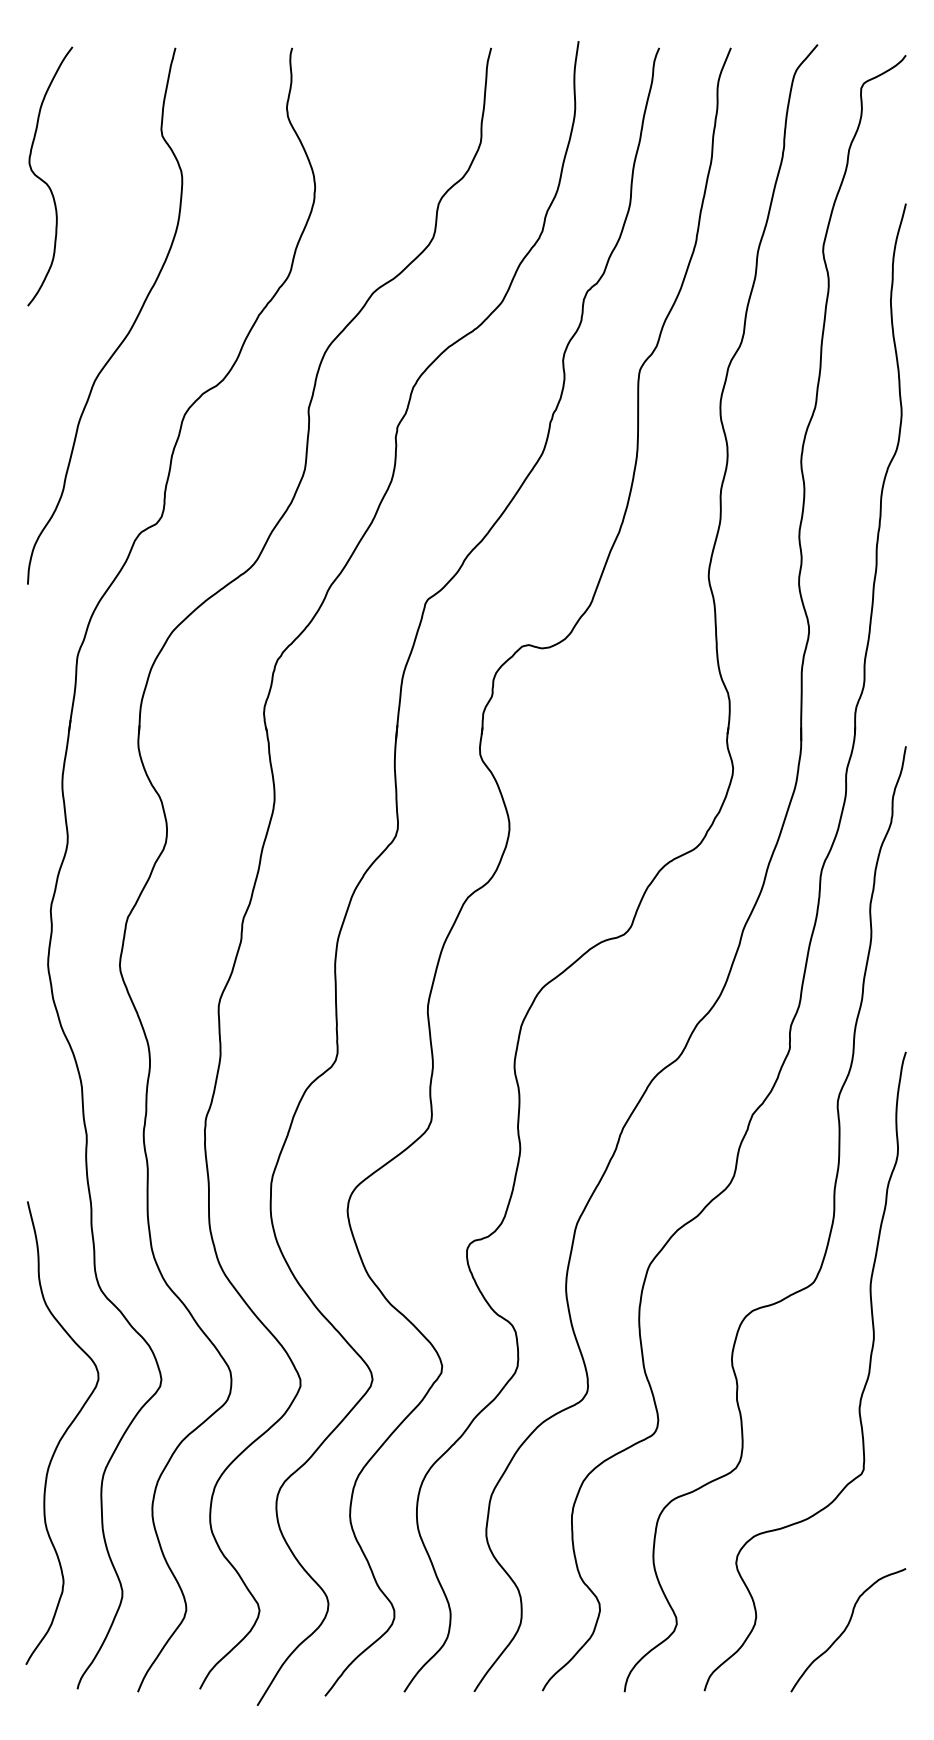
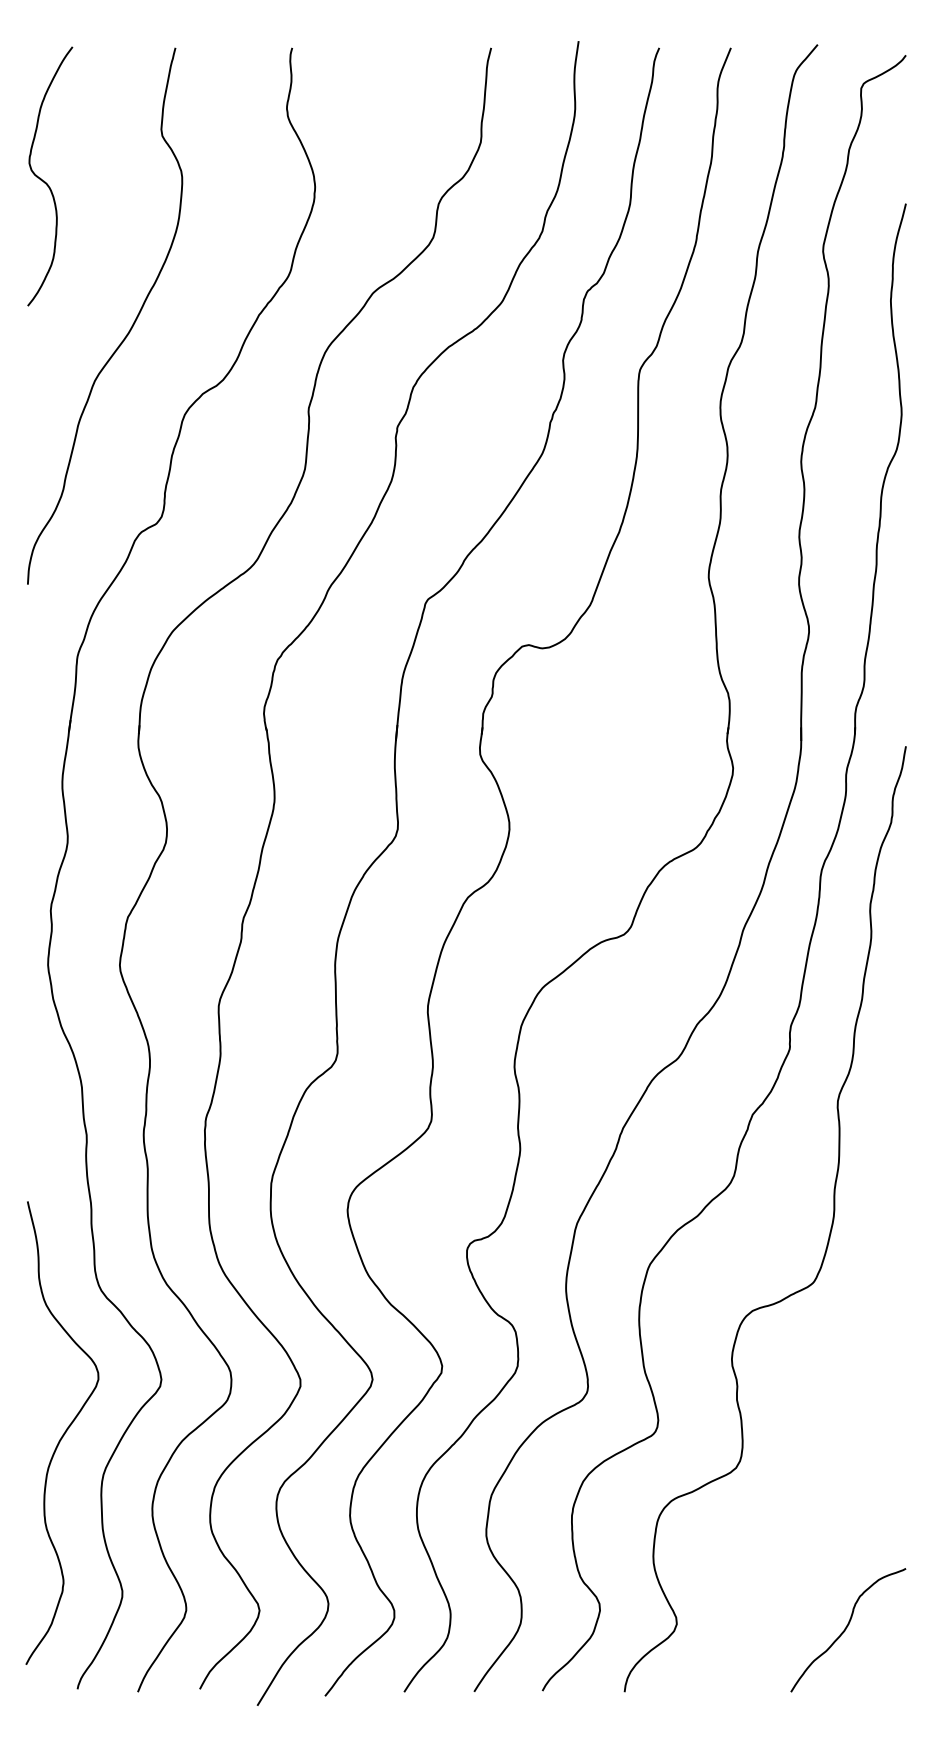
curve at (861, 1392): present -> none
